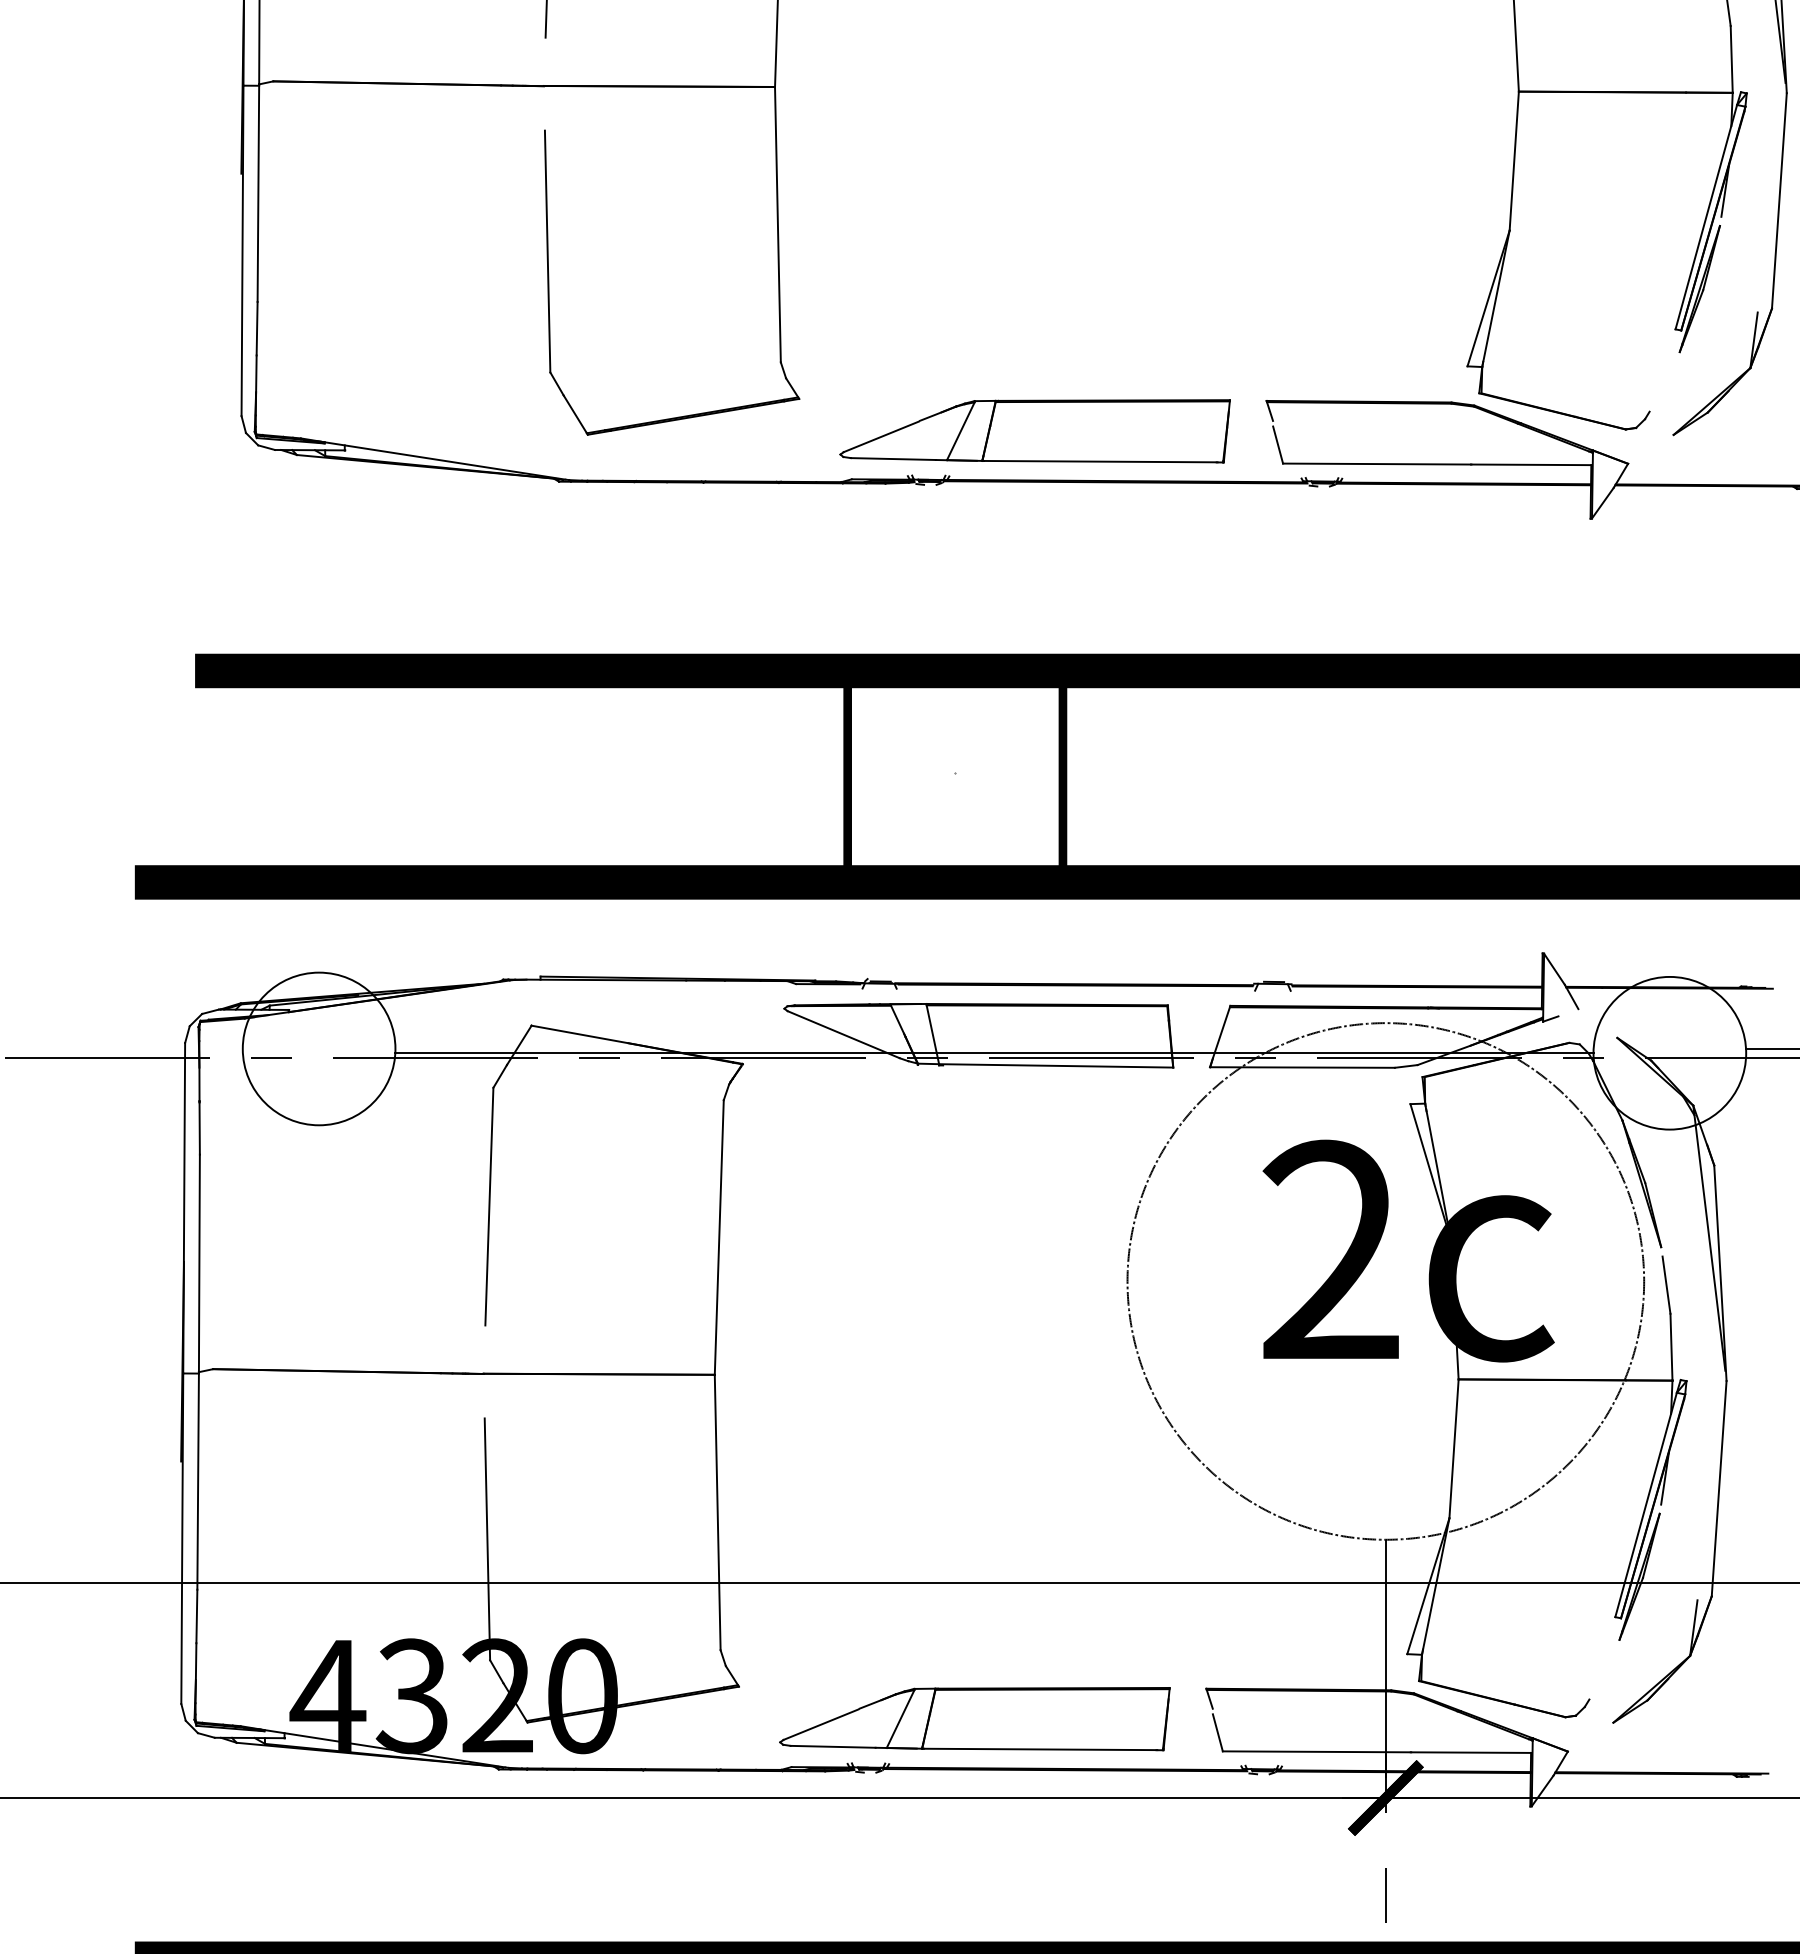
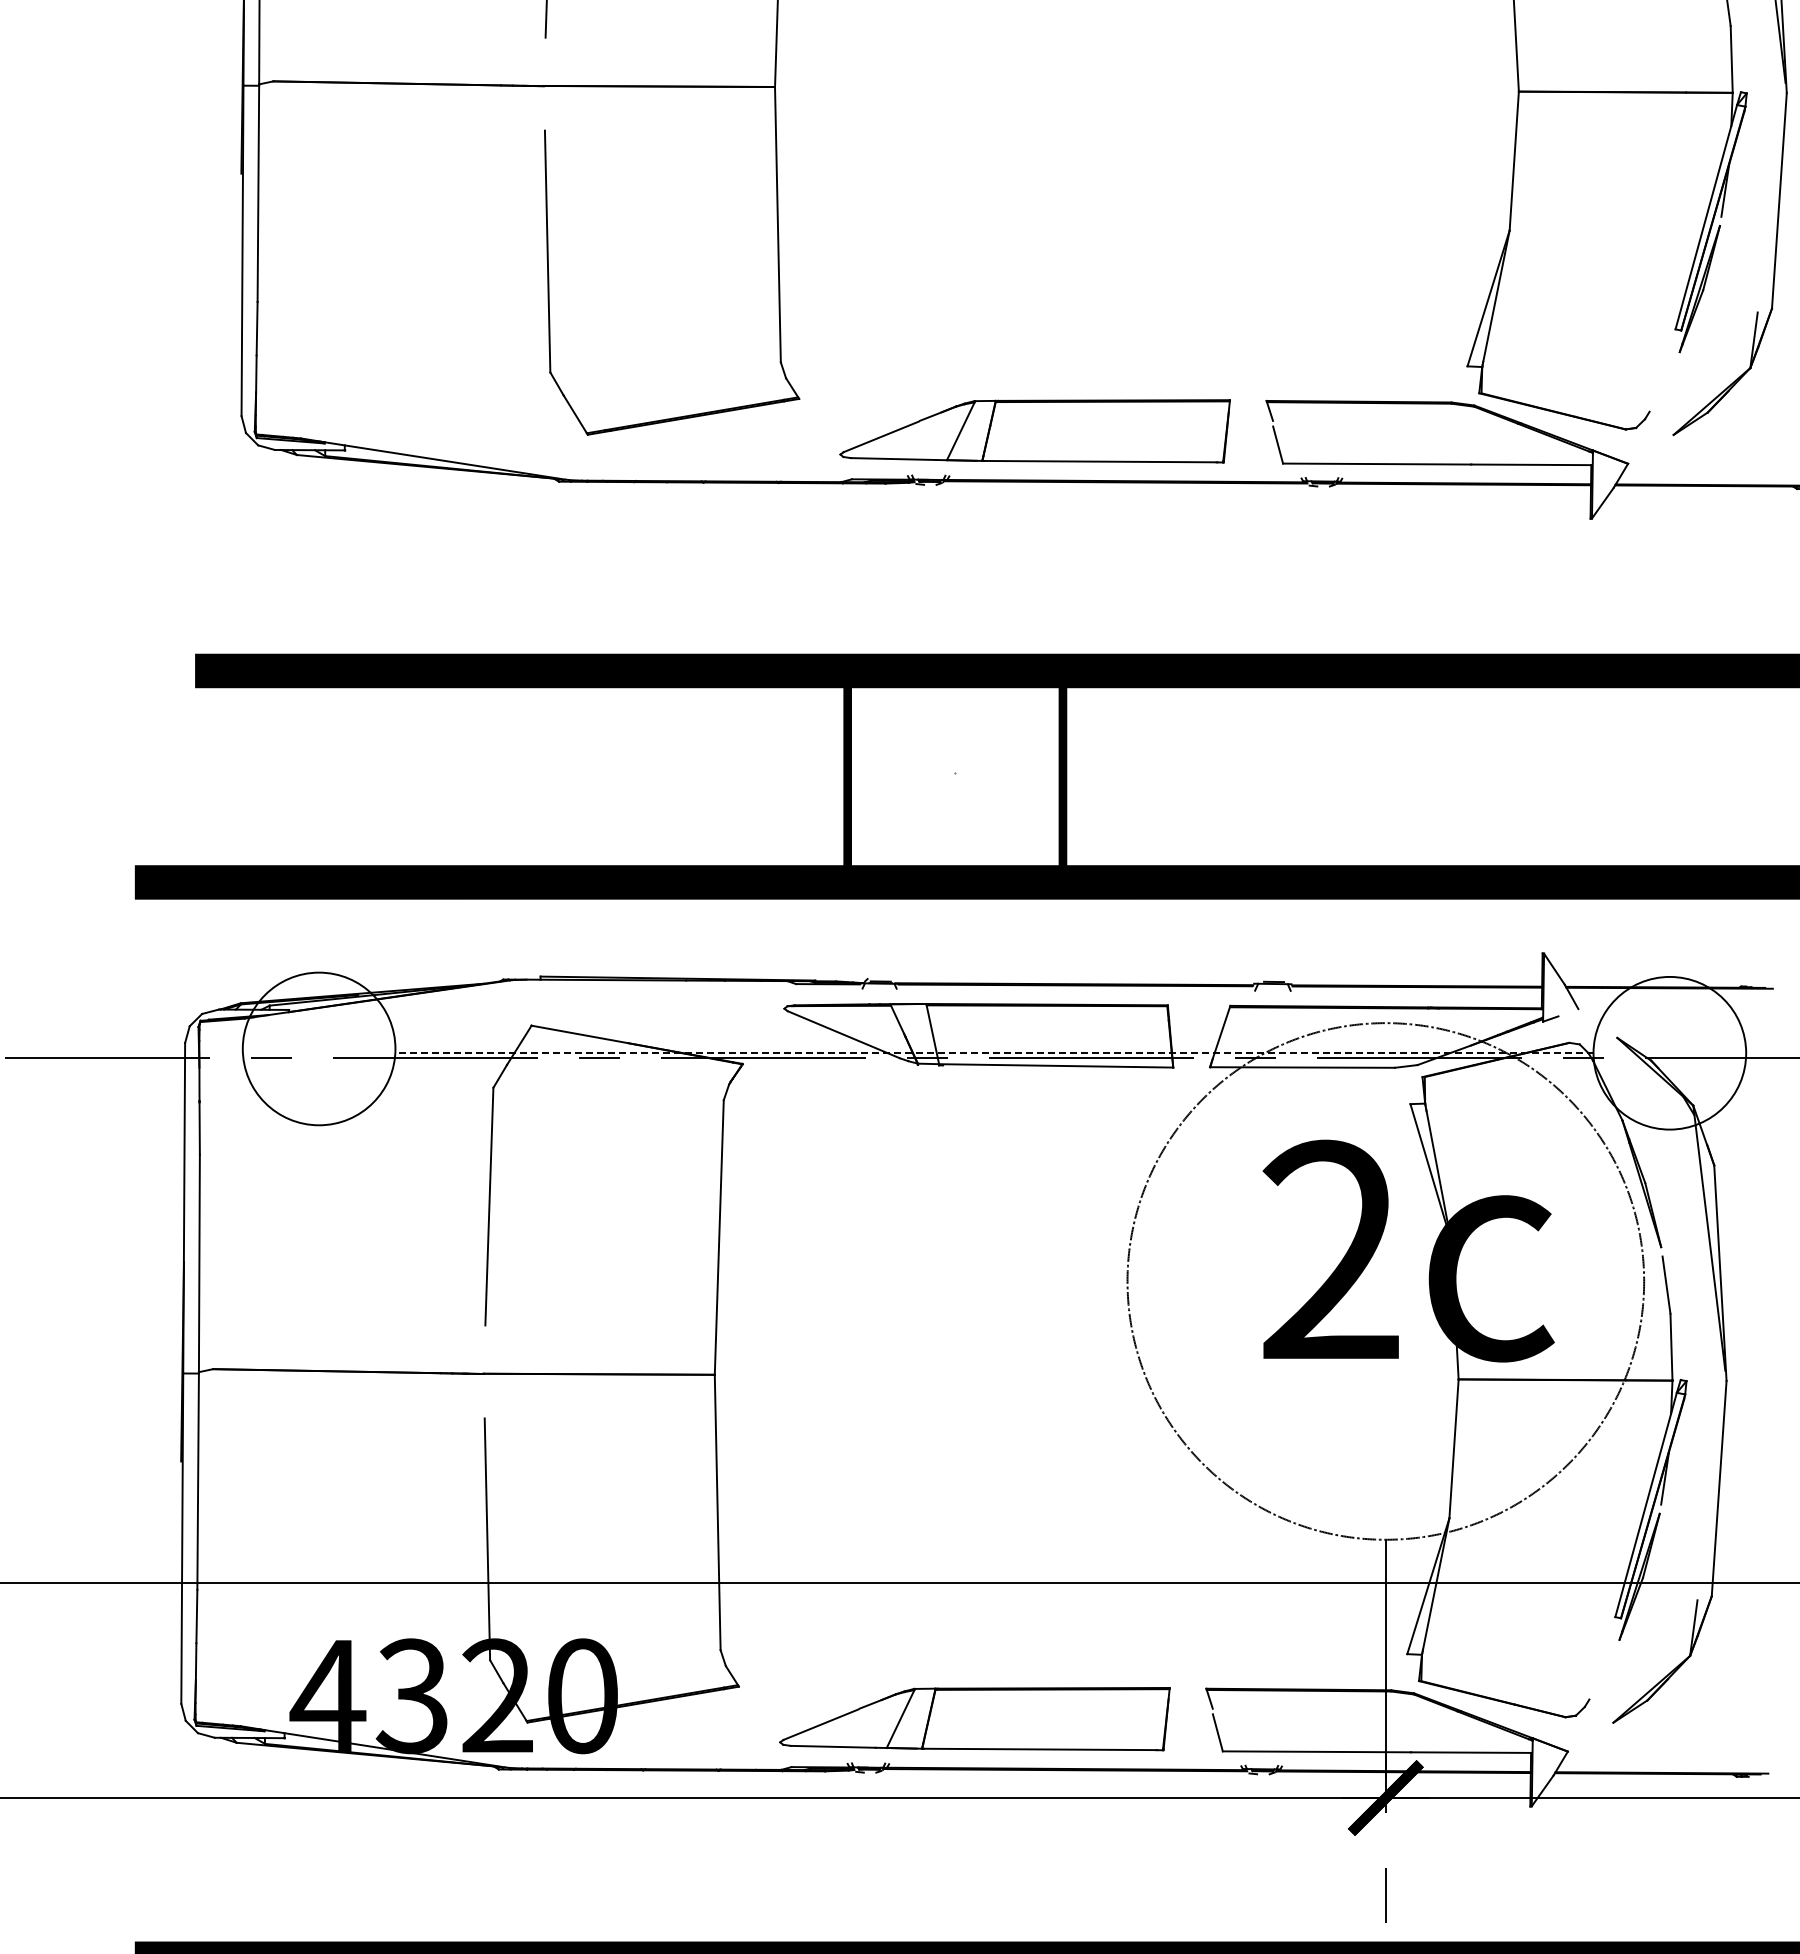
line at (1771, 1048): present -> none
line at (993, 1053): solid -> dashed
